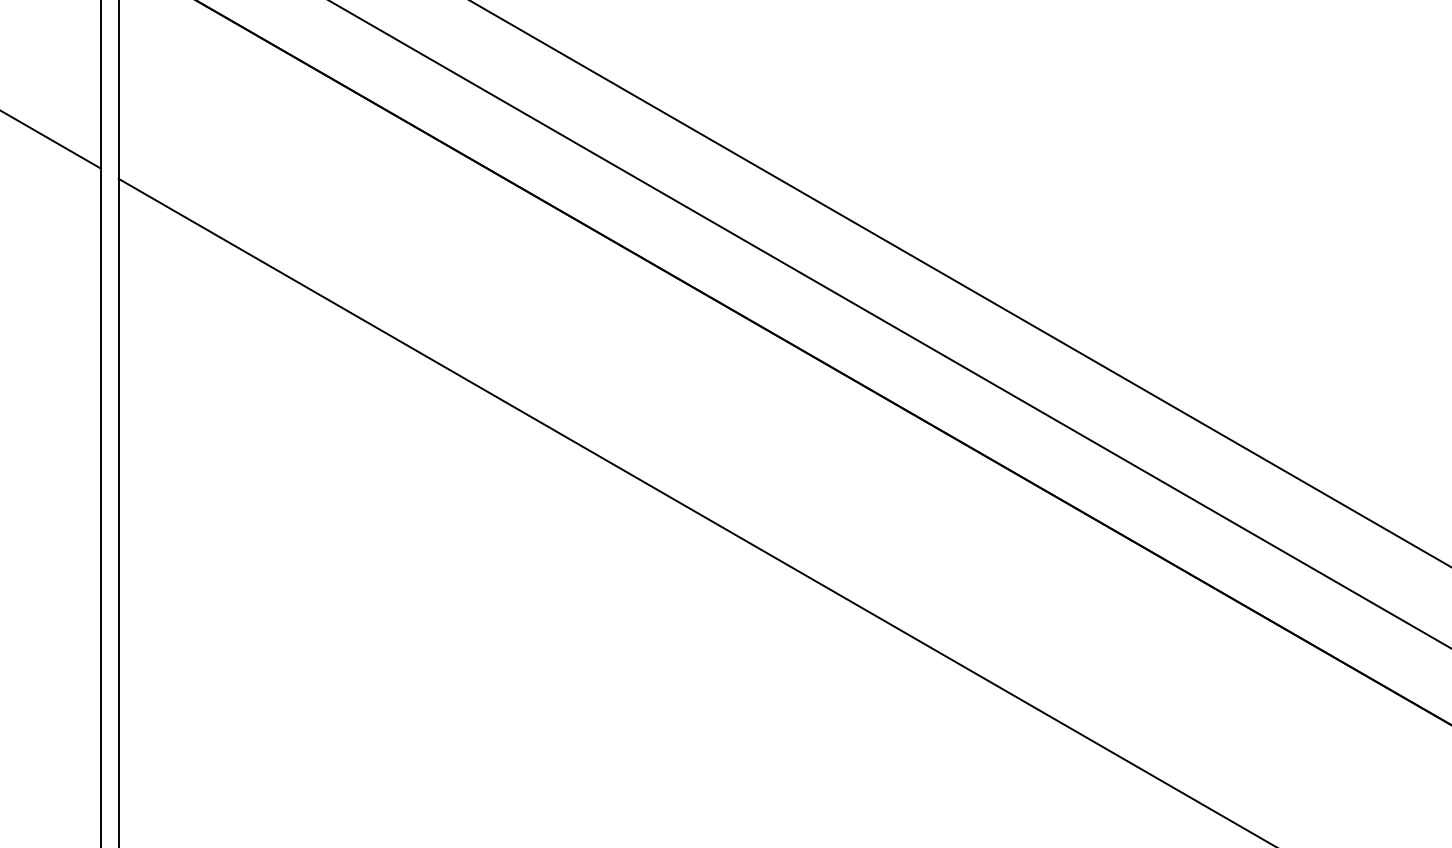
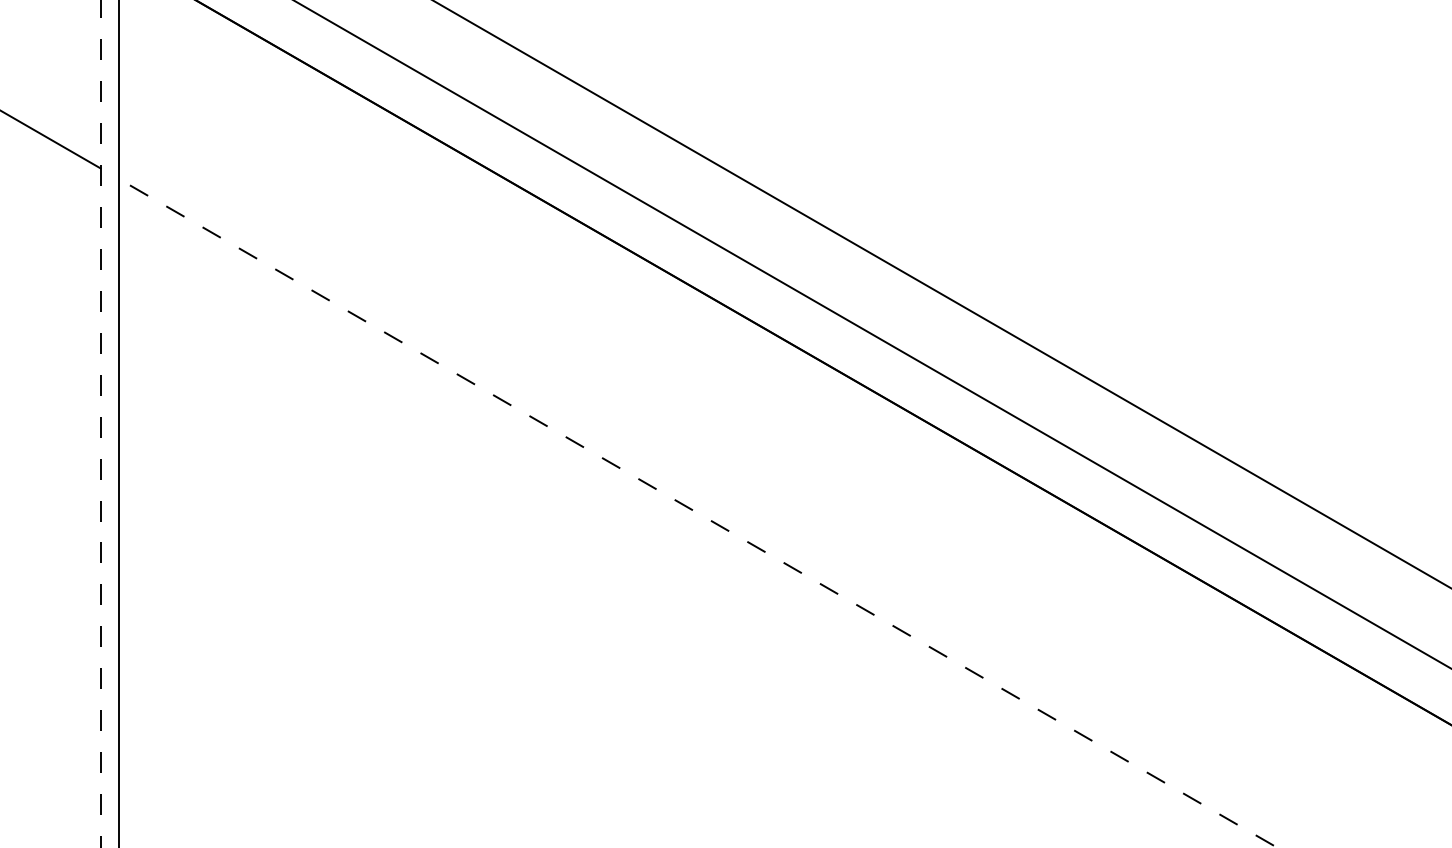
line at (960, 283) position: (960, 283) -> (942, 294)
line at (889, 324) position: (889, 324) -> (872, 334)
line at (100, 423): solid -> dashed
line at (697, 512): solid -> dashed
